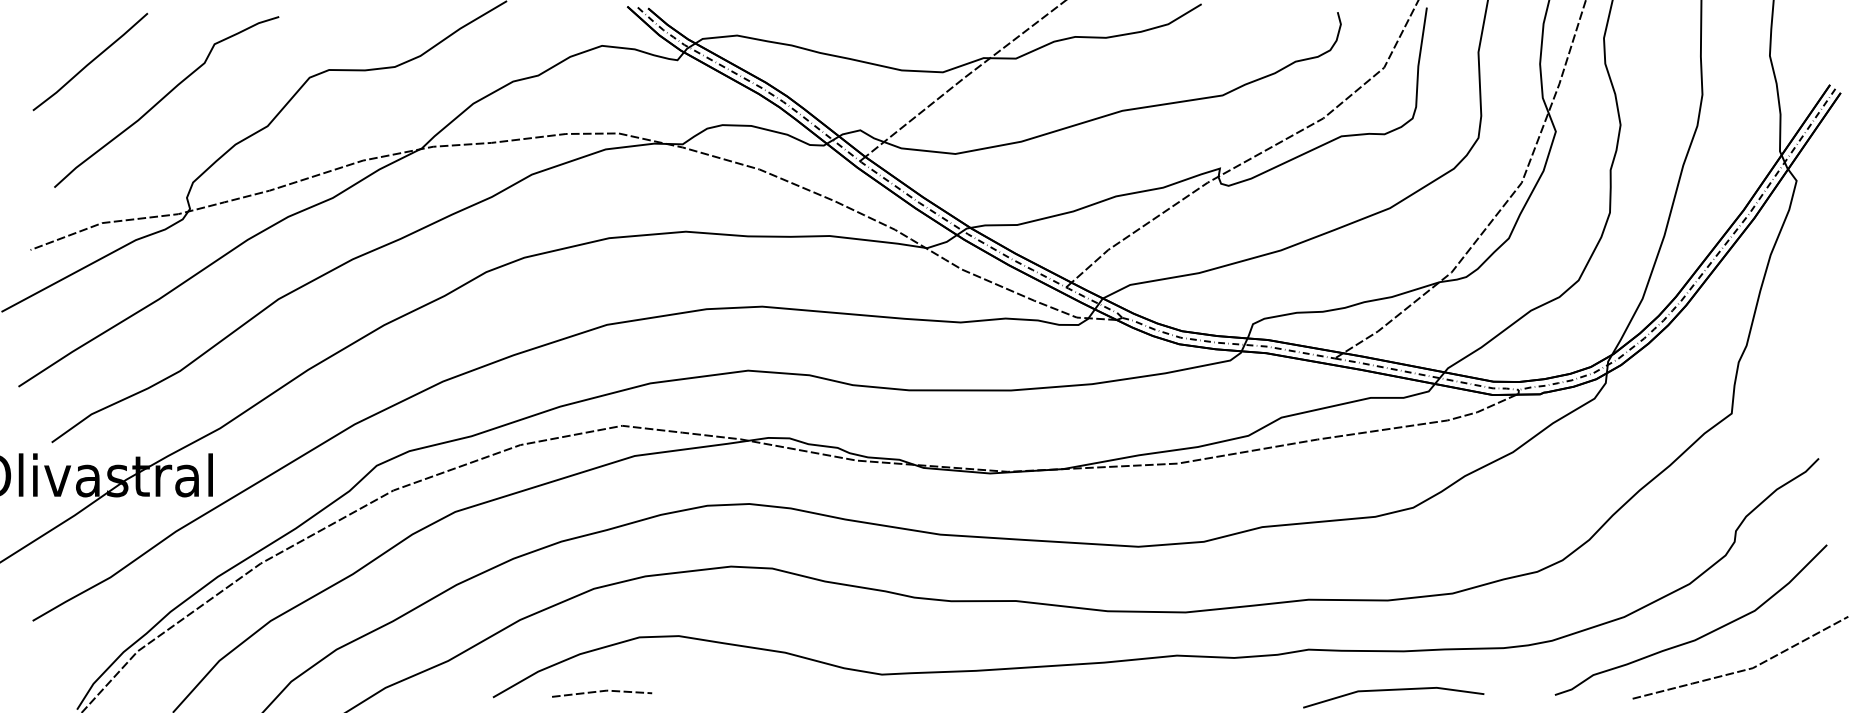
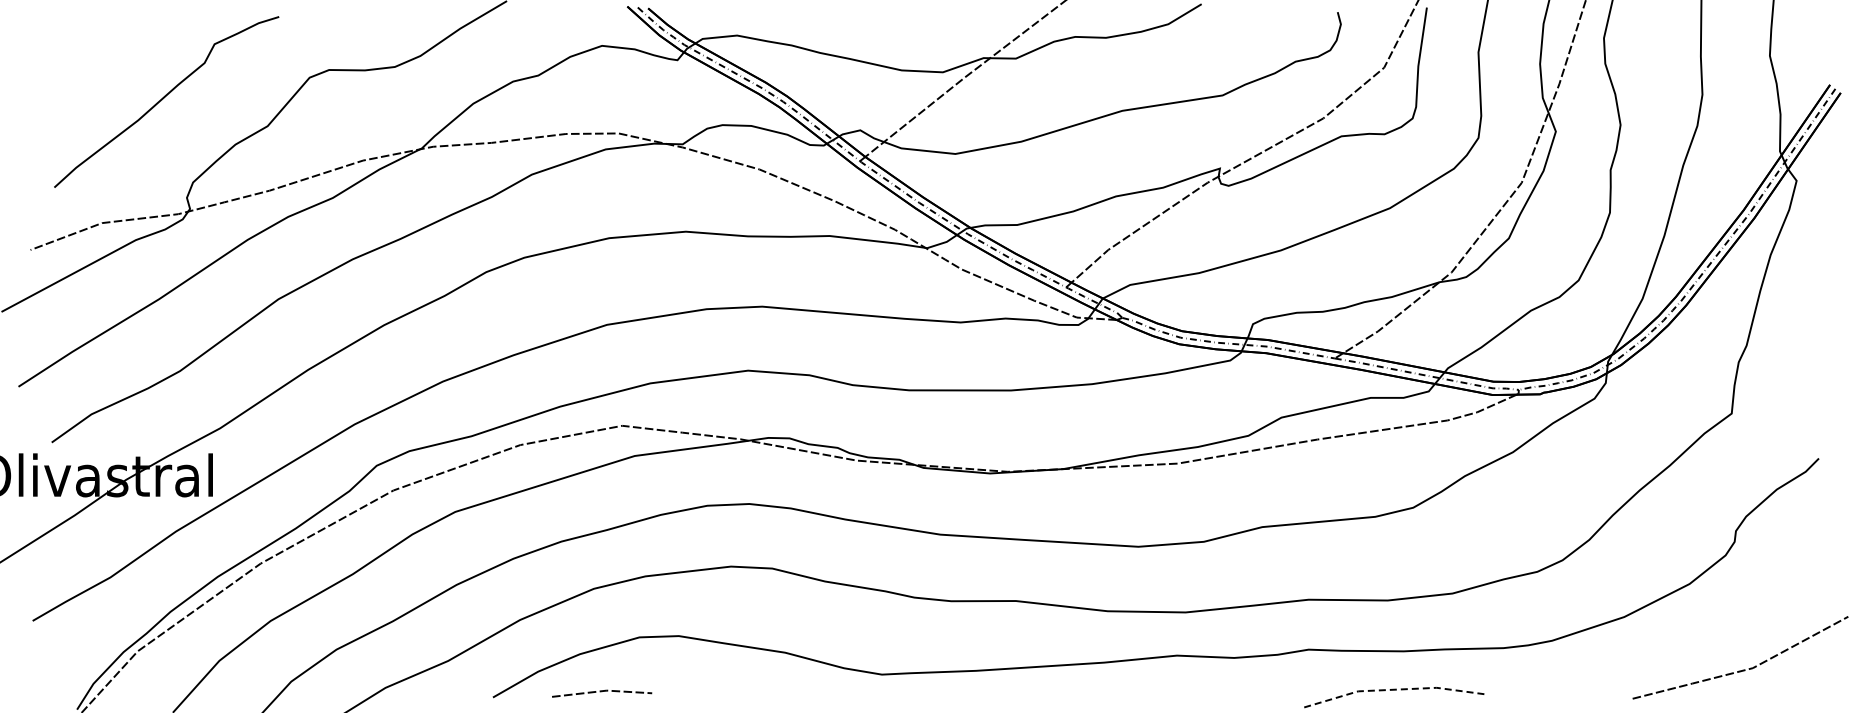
line at (90, 61): present -> none
curve at (1698, 637): present -> none
line at (1393, 689): solid -> dashed
